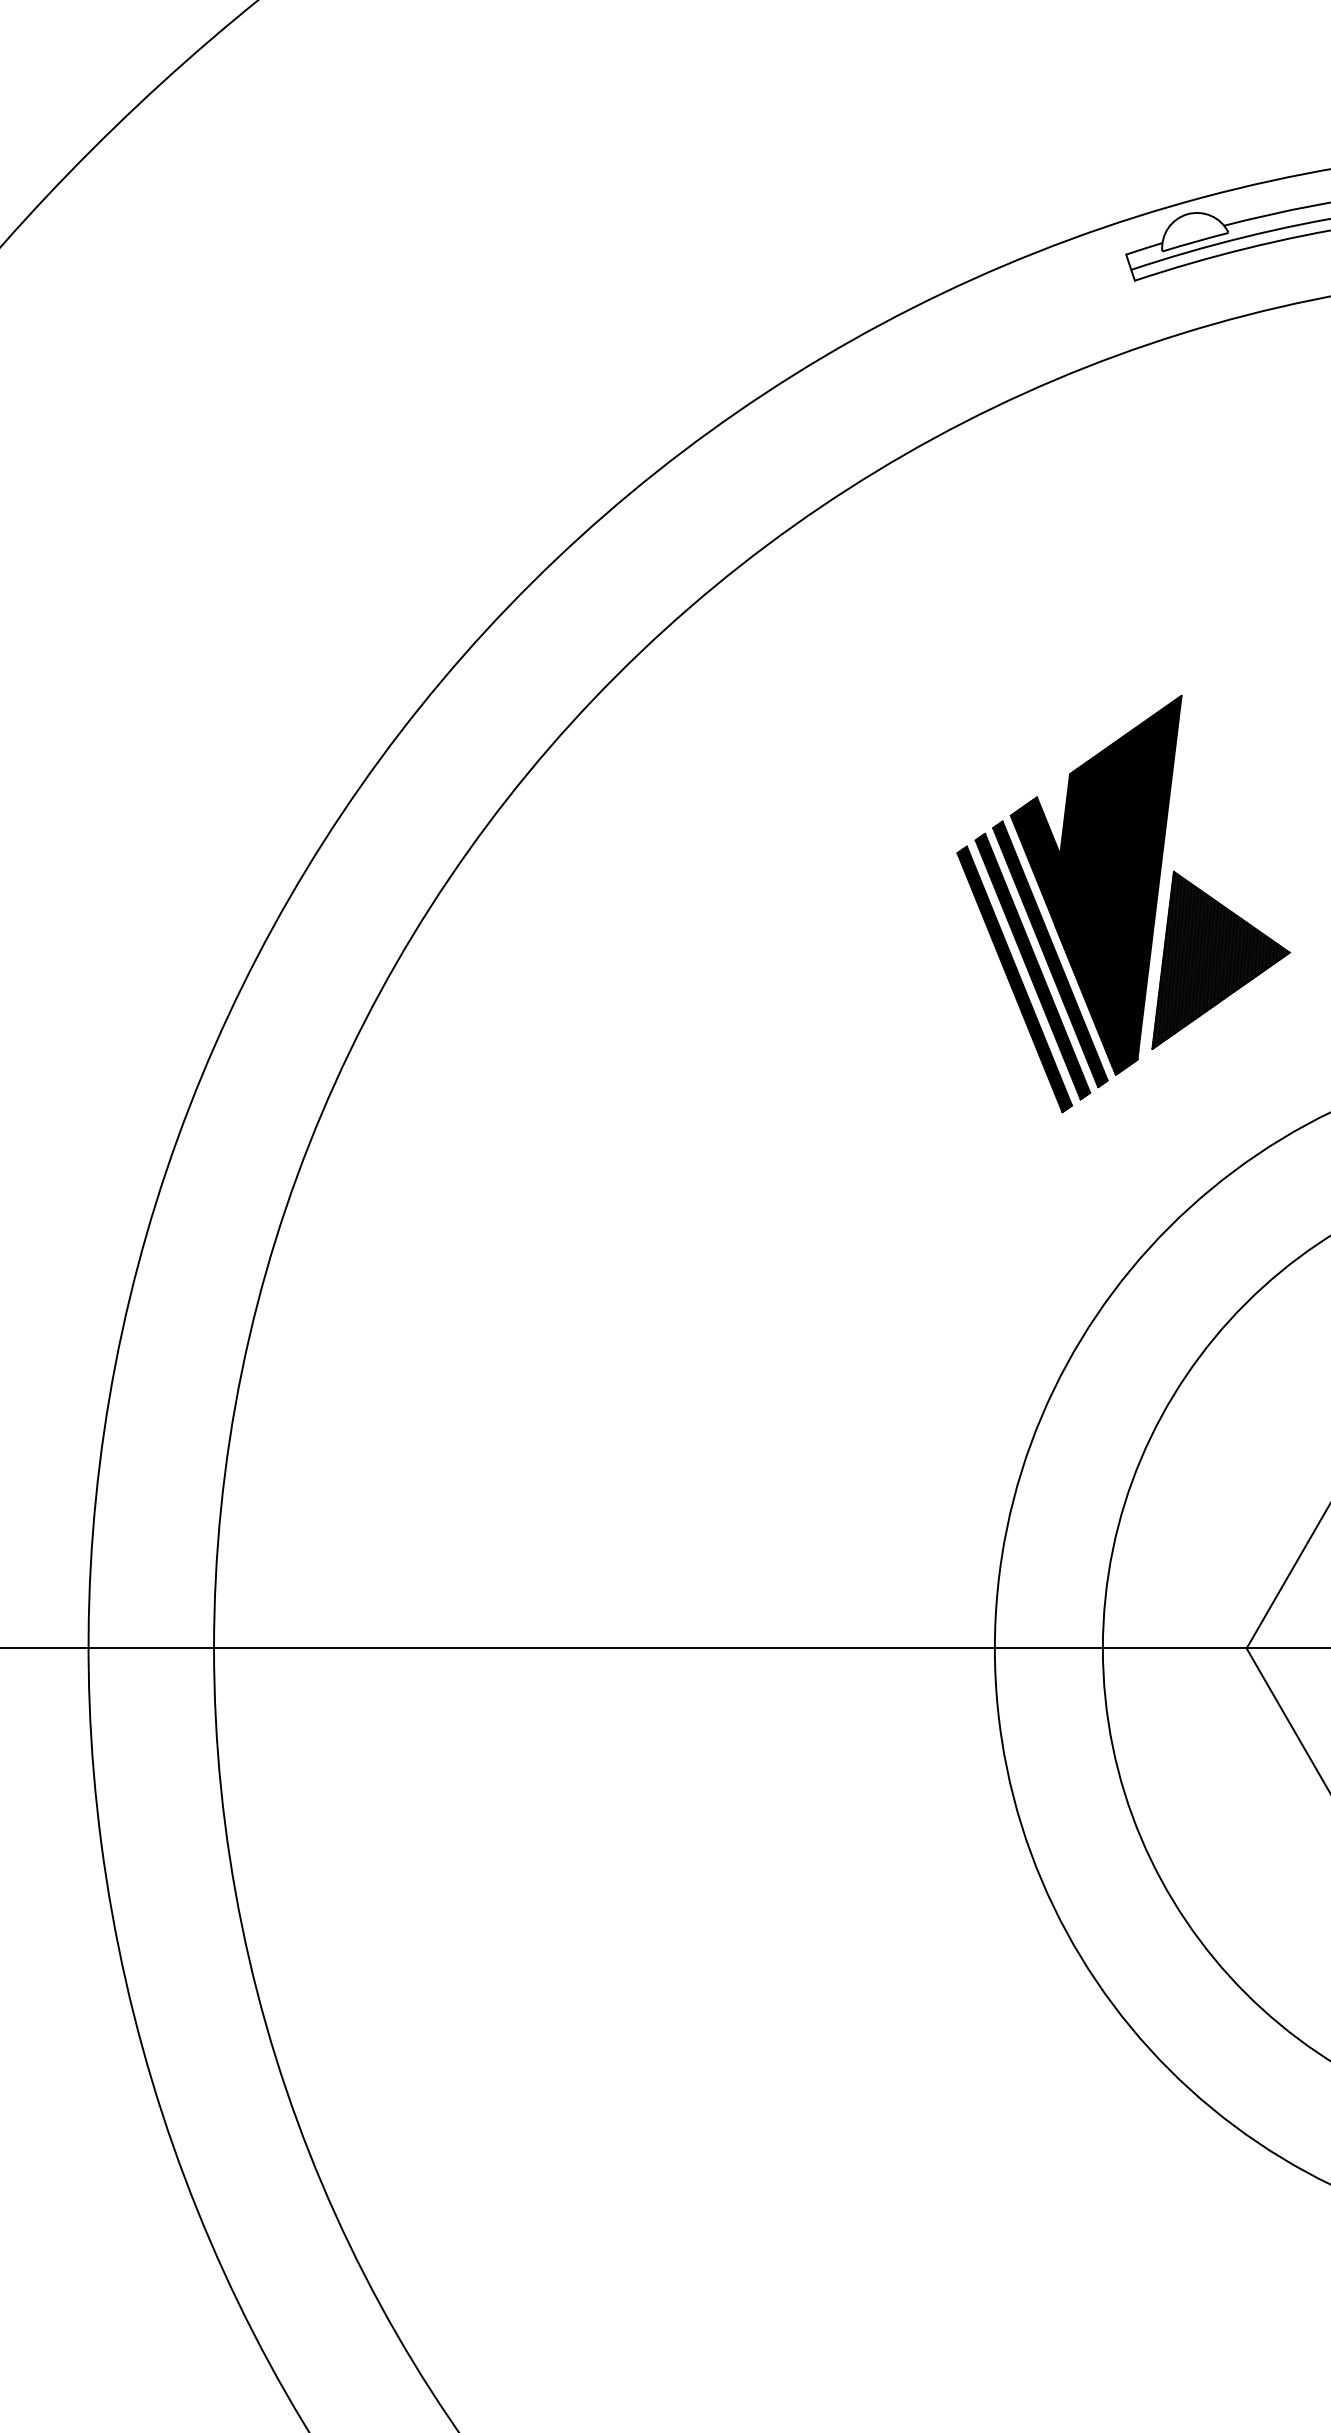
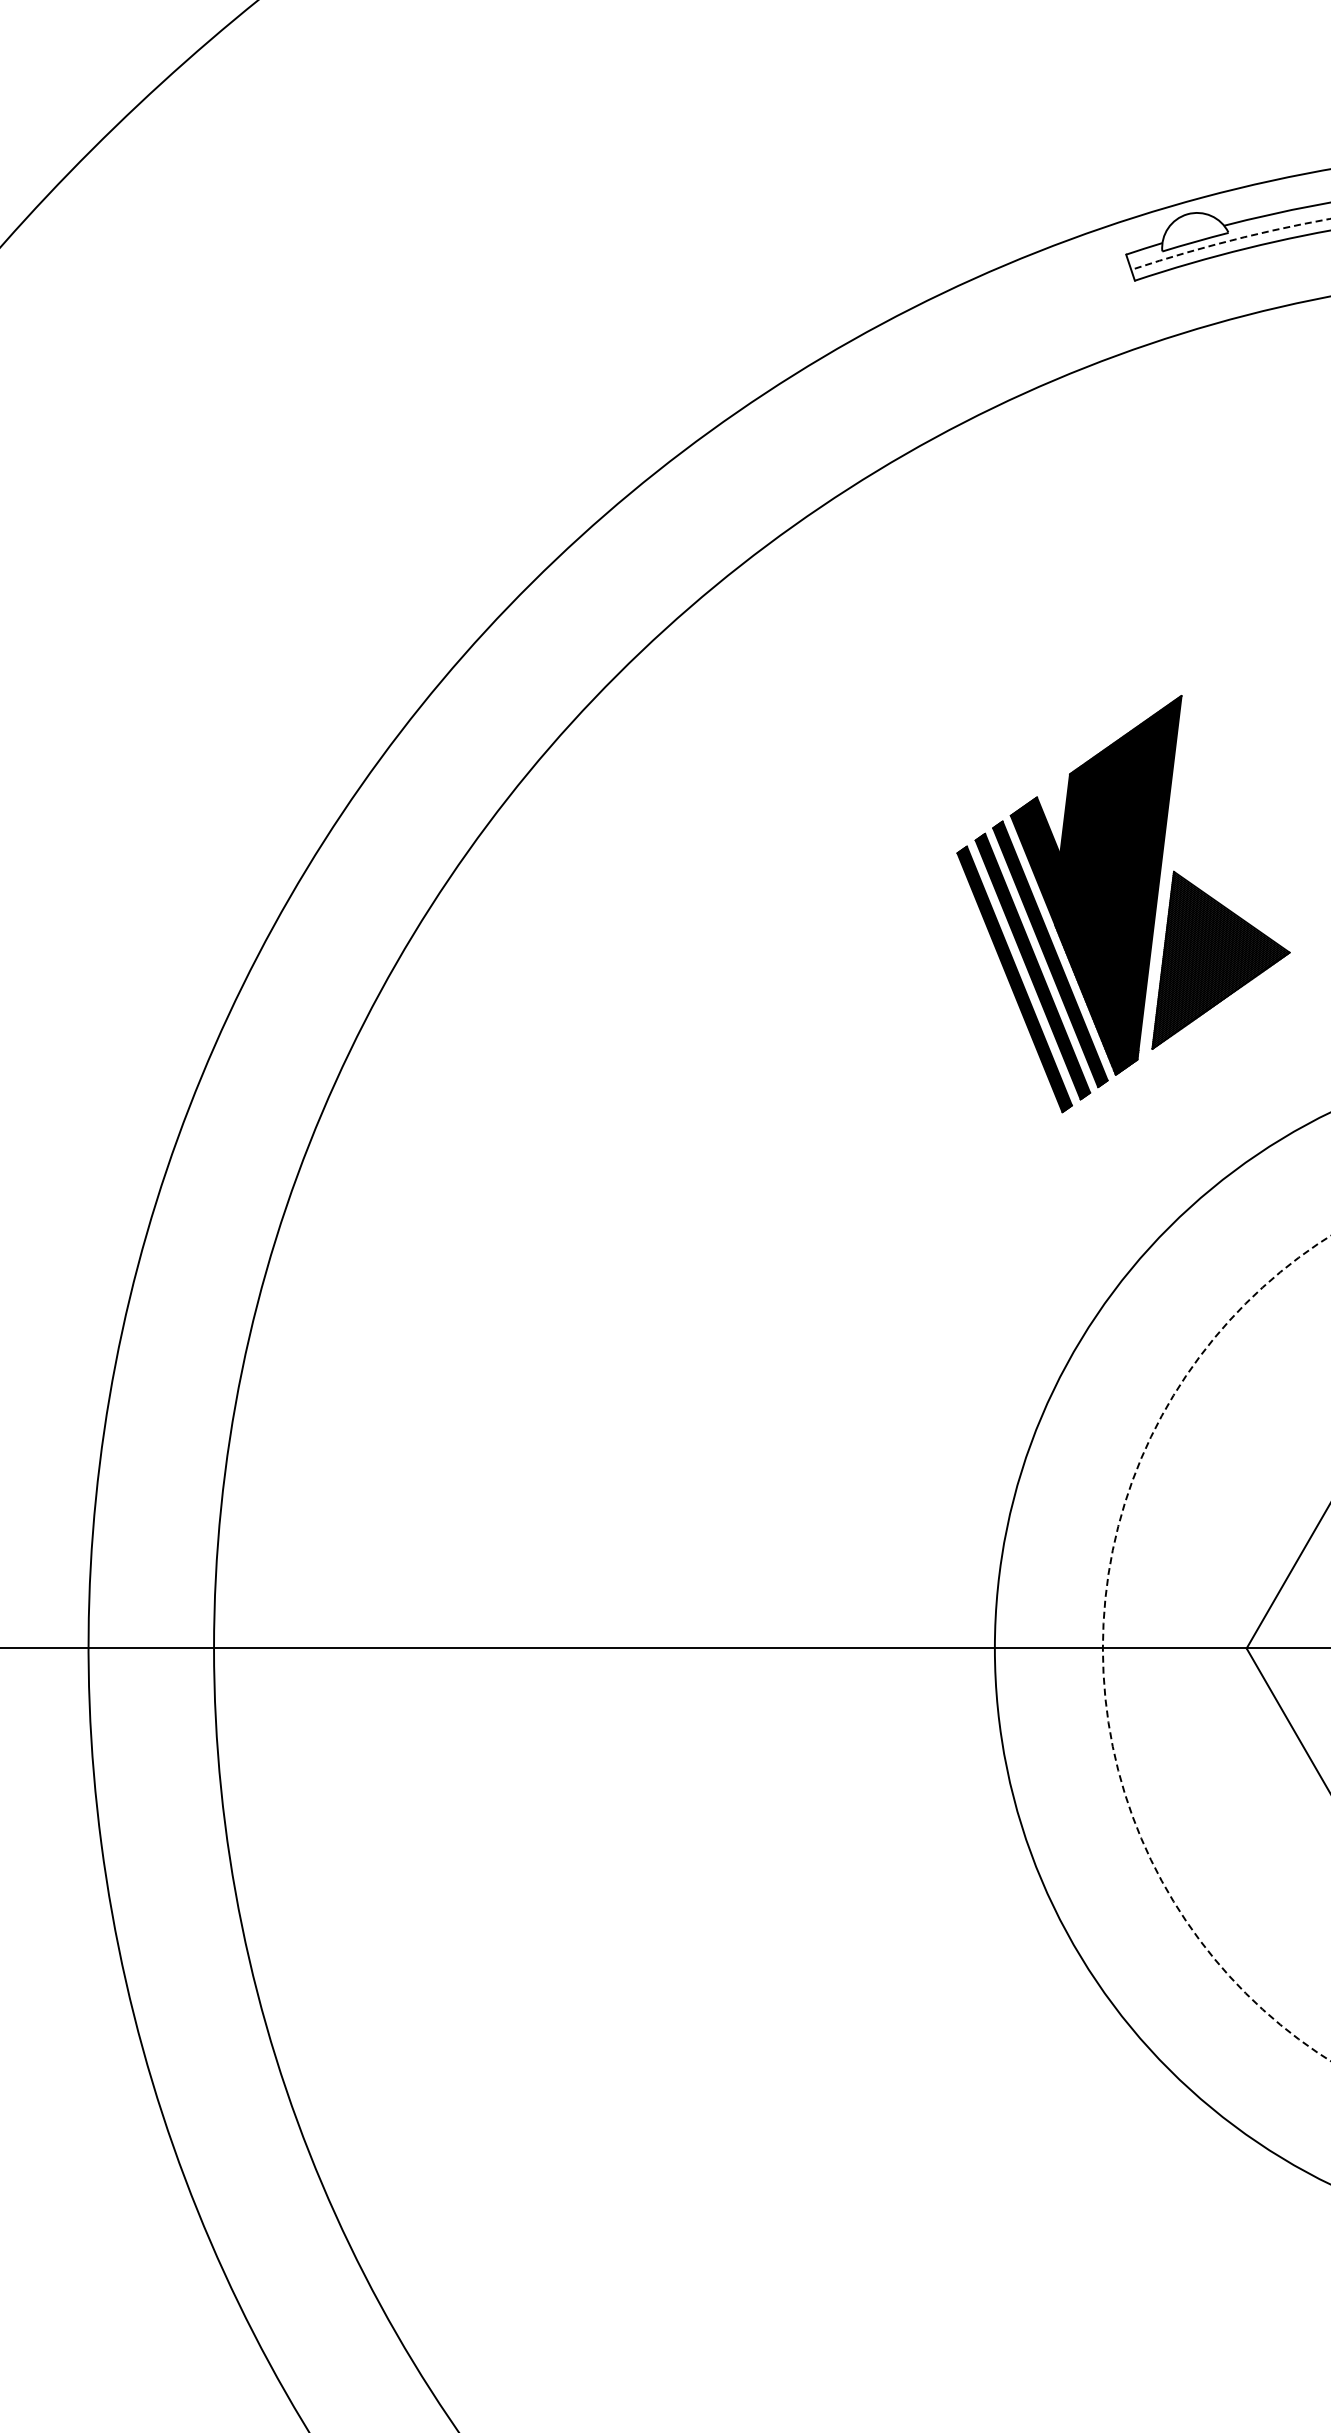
arc at (1230, 240): solid -> dashed
circle at (1216, 1648): solid -> dashed
